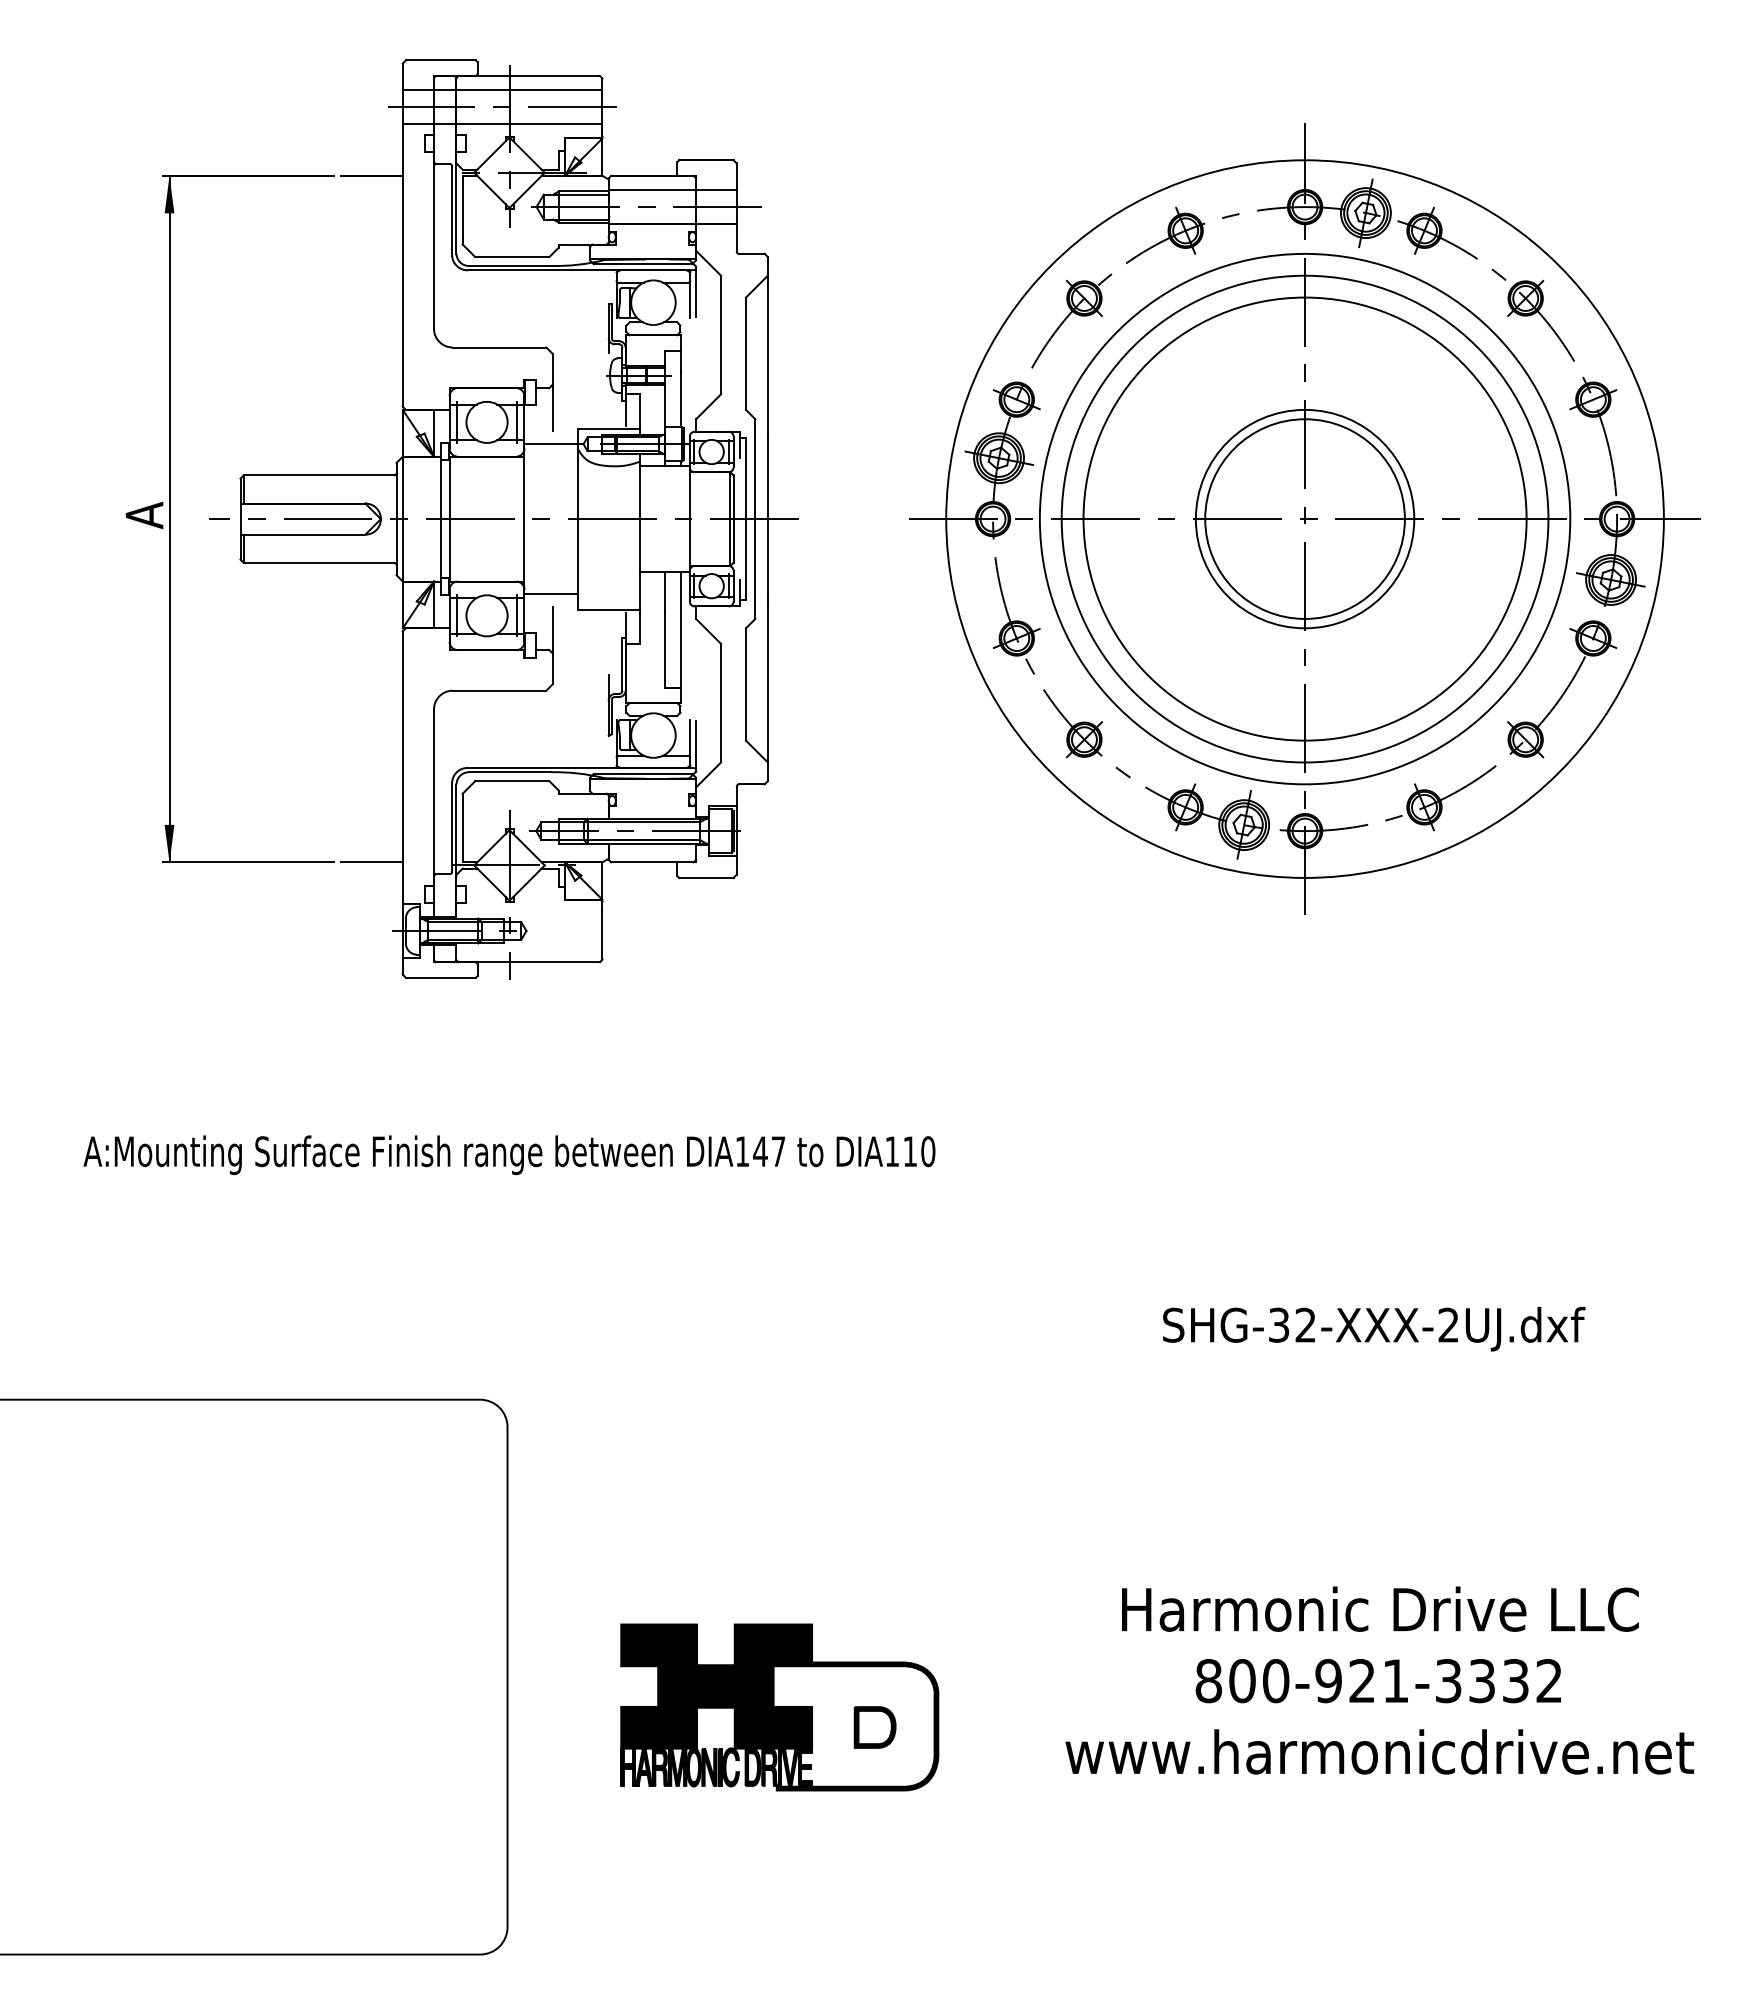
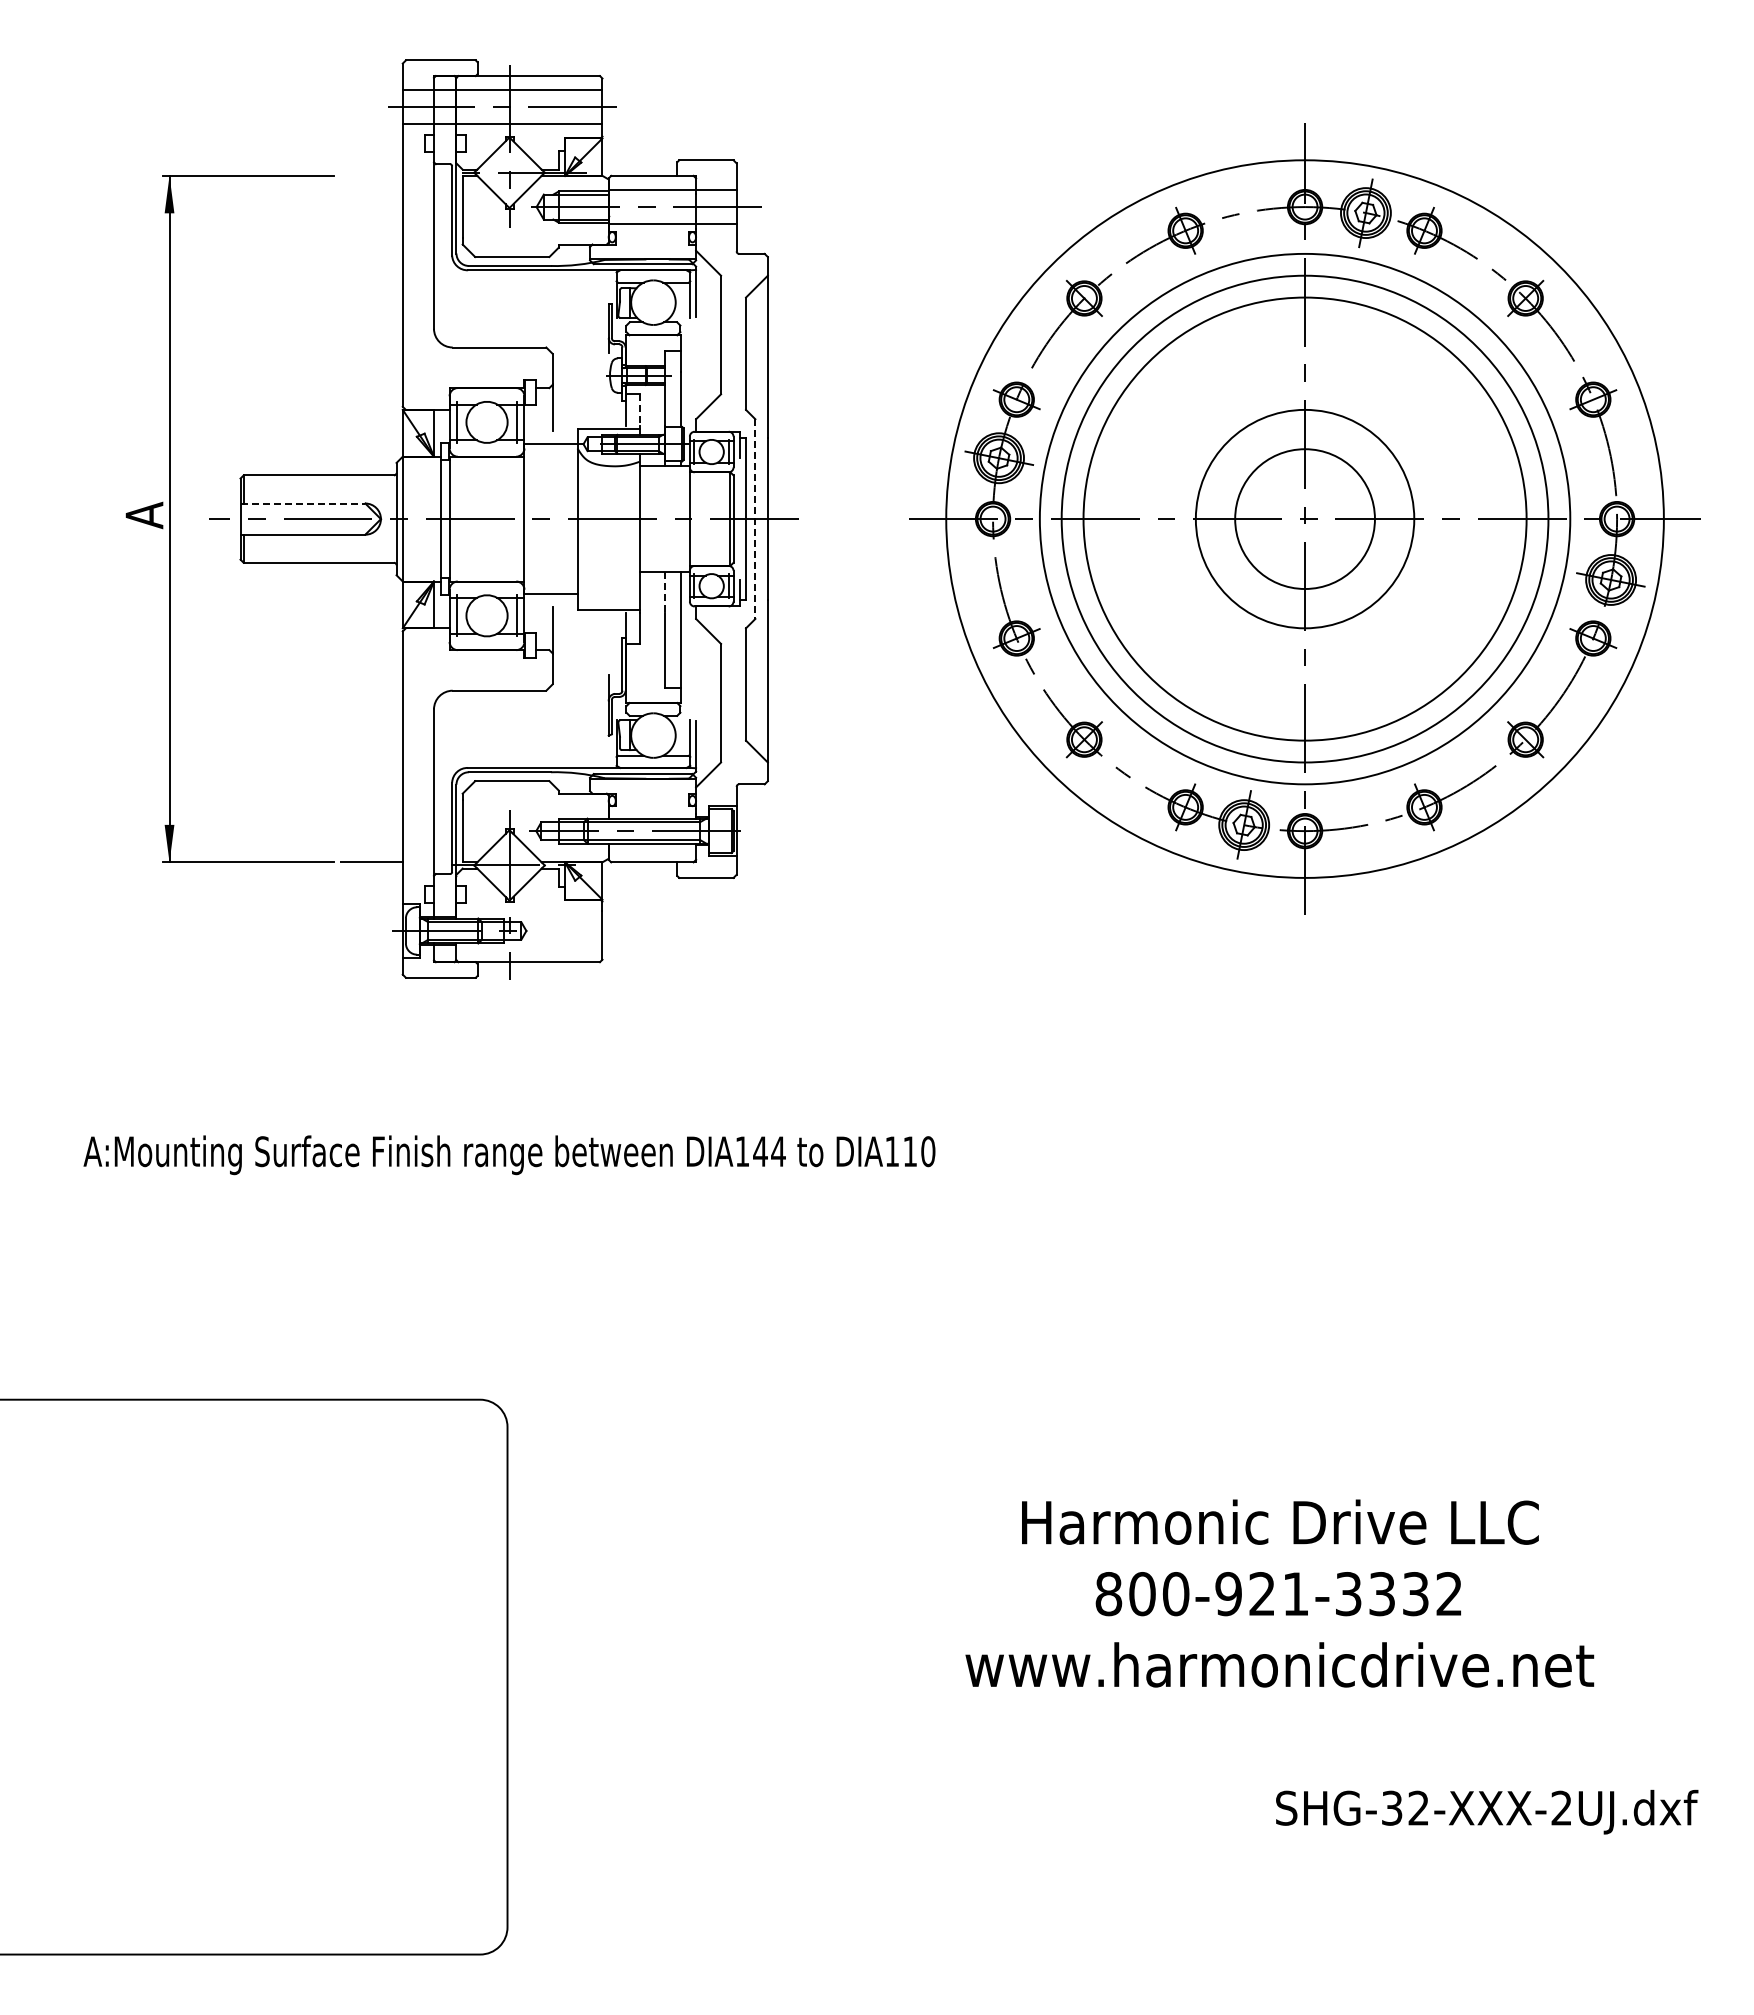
line at (371, 175): present -> none
line at (639, 409): solid -> dashed
line at (303, 503): solid -> dashed
circle at (1304, 518) diameter: 200 px -> 140 px
line at (755, 519): solid -> dashed
line at (664, 592): solid -> dashed
text at (778, 1151): DIA147 -> DIA144
text at (1374, 1328) position: (1374, 1328) -> (1487, 1811)
text at (1379, 1680) position: (1379, 1680) -> (1279, 1593)
part at (779, 1707): present -> none
